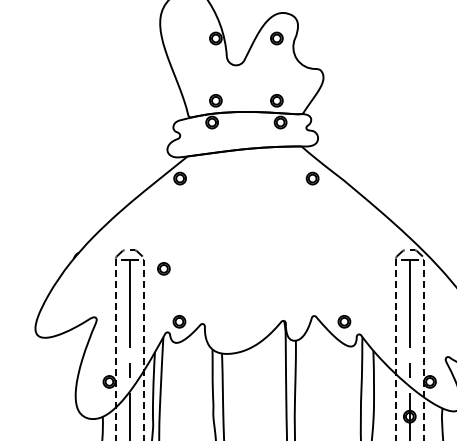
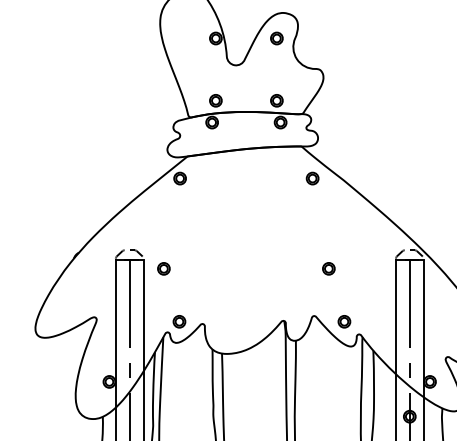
line at (129, 259): dashed -> solid
line at (409, 259): dashed -> solid
part at (328, 268): none -> present
